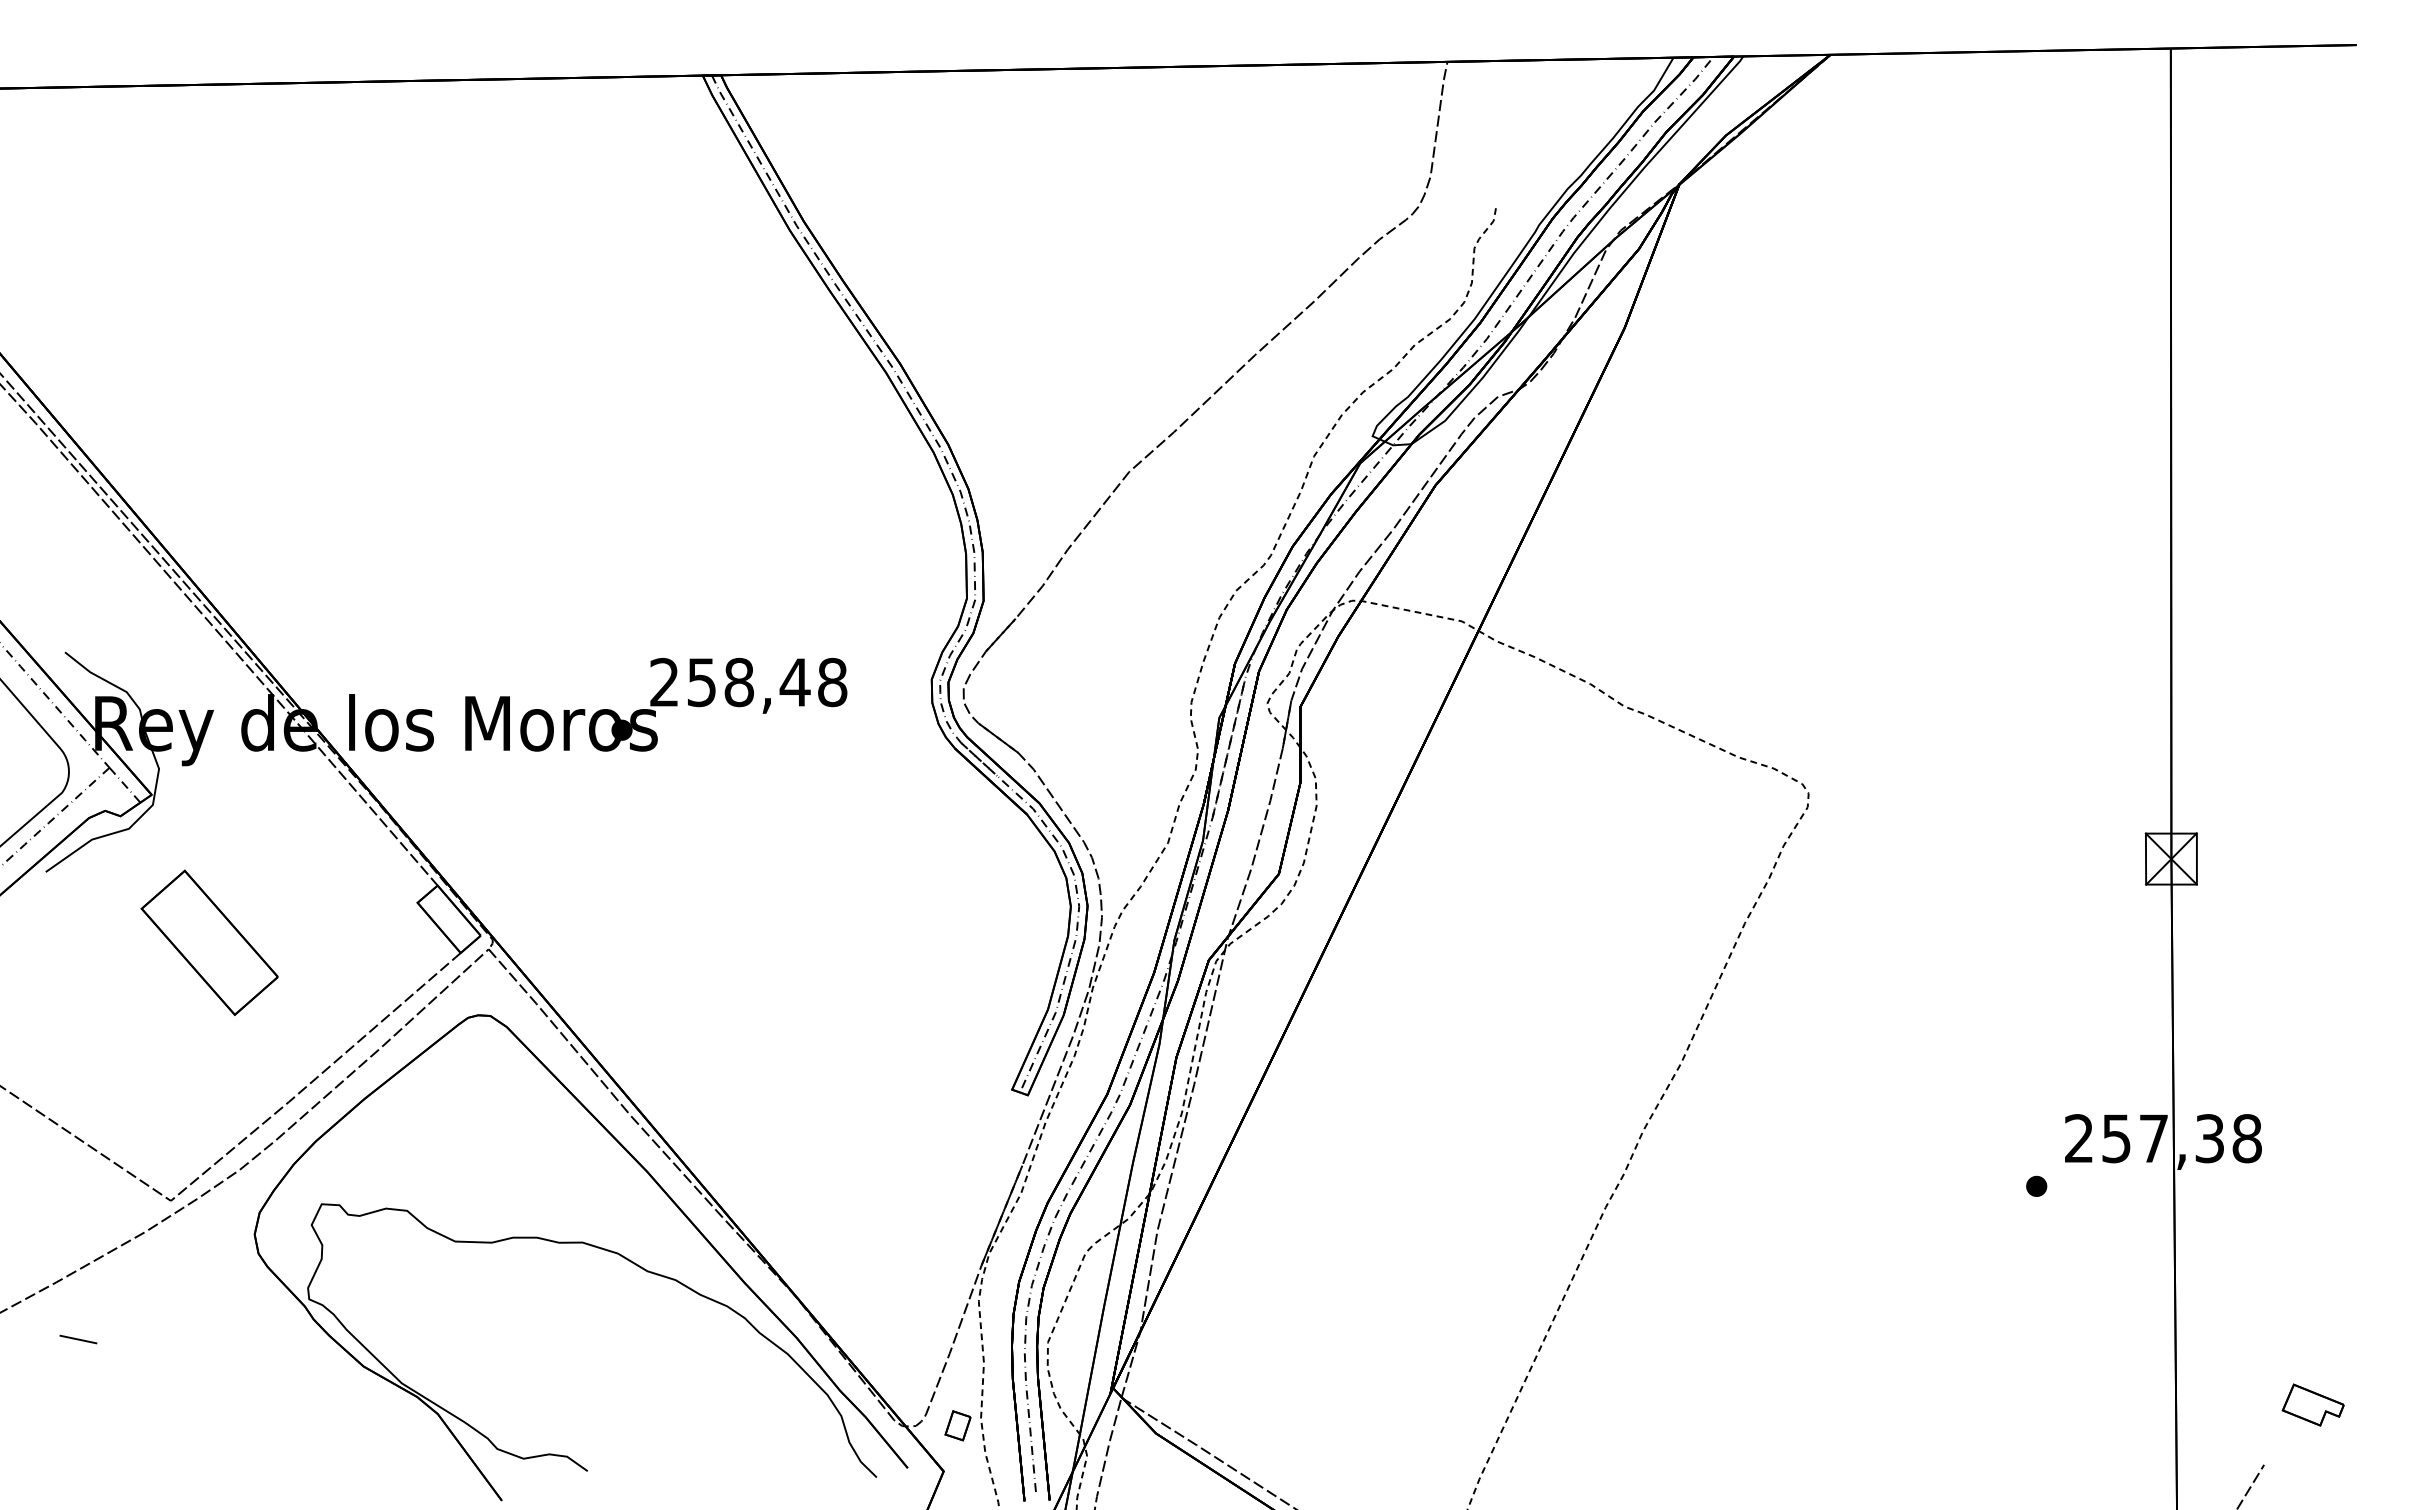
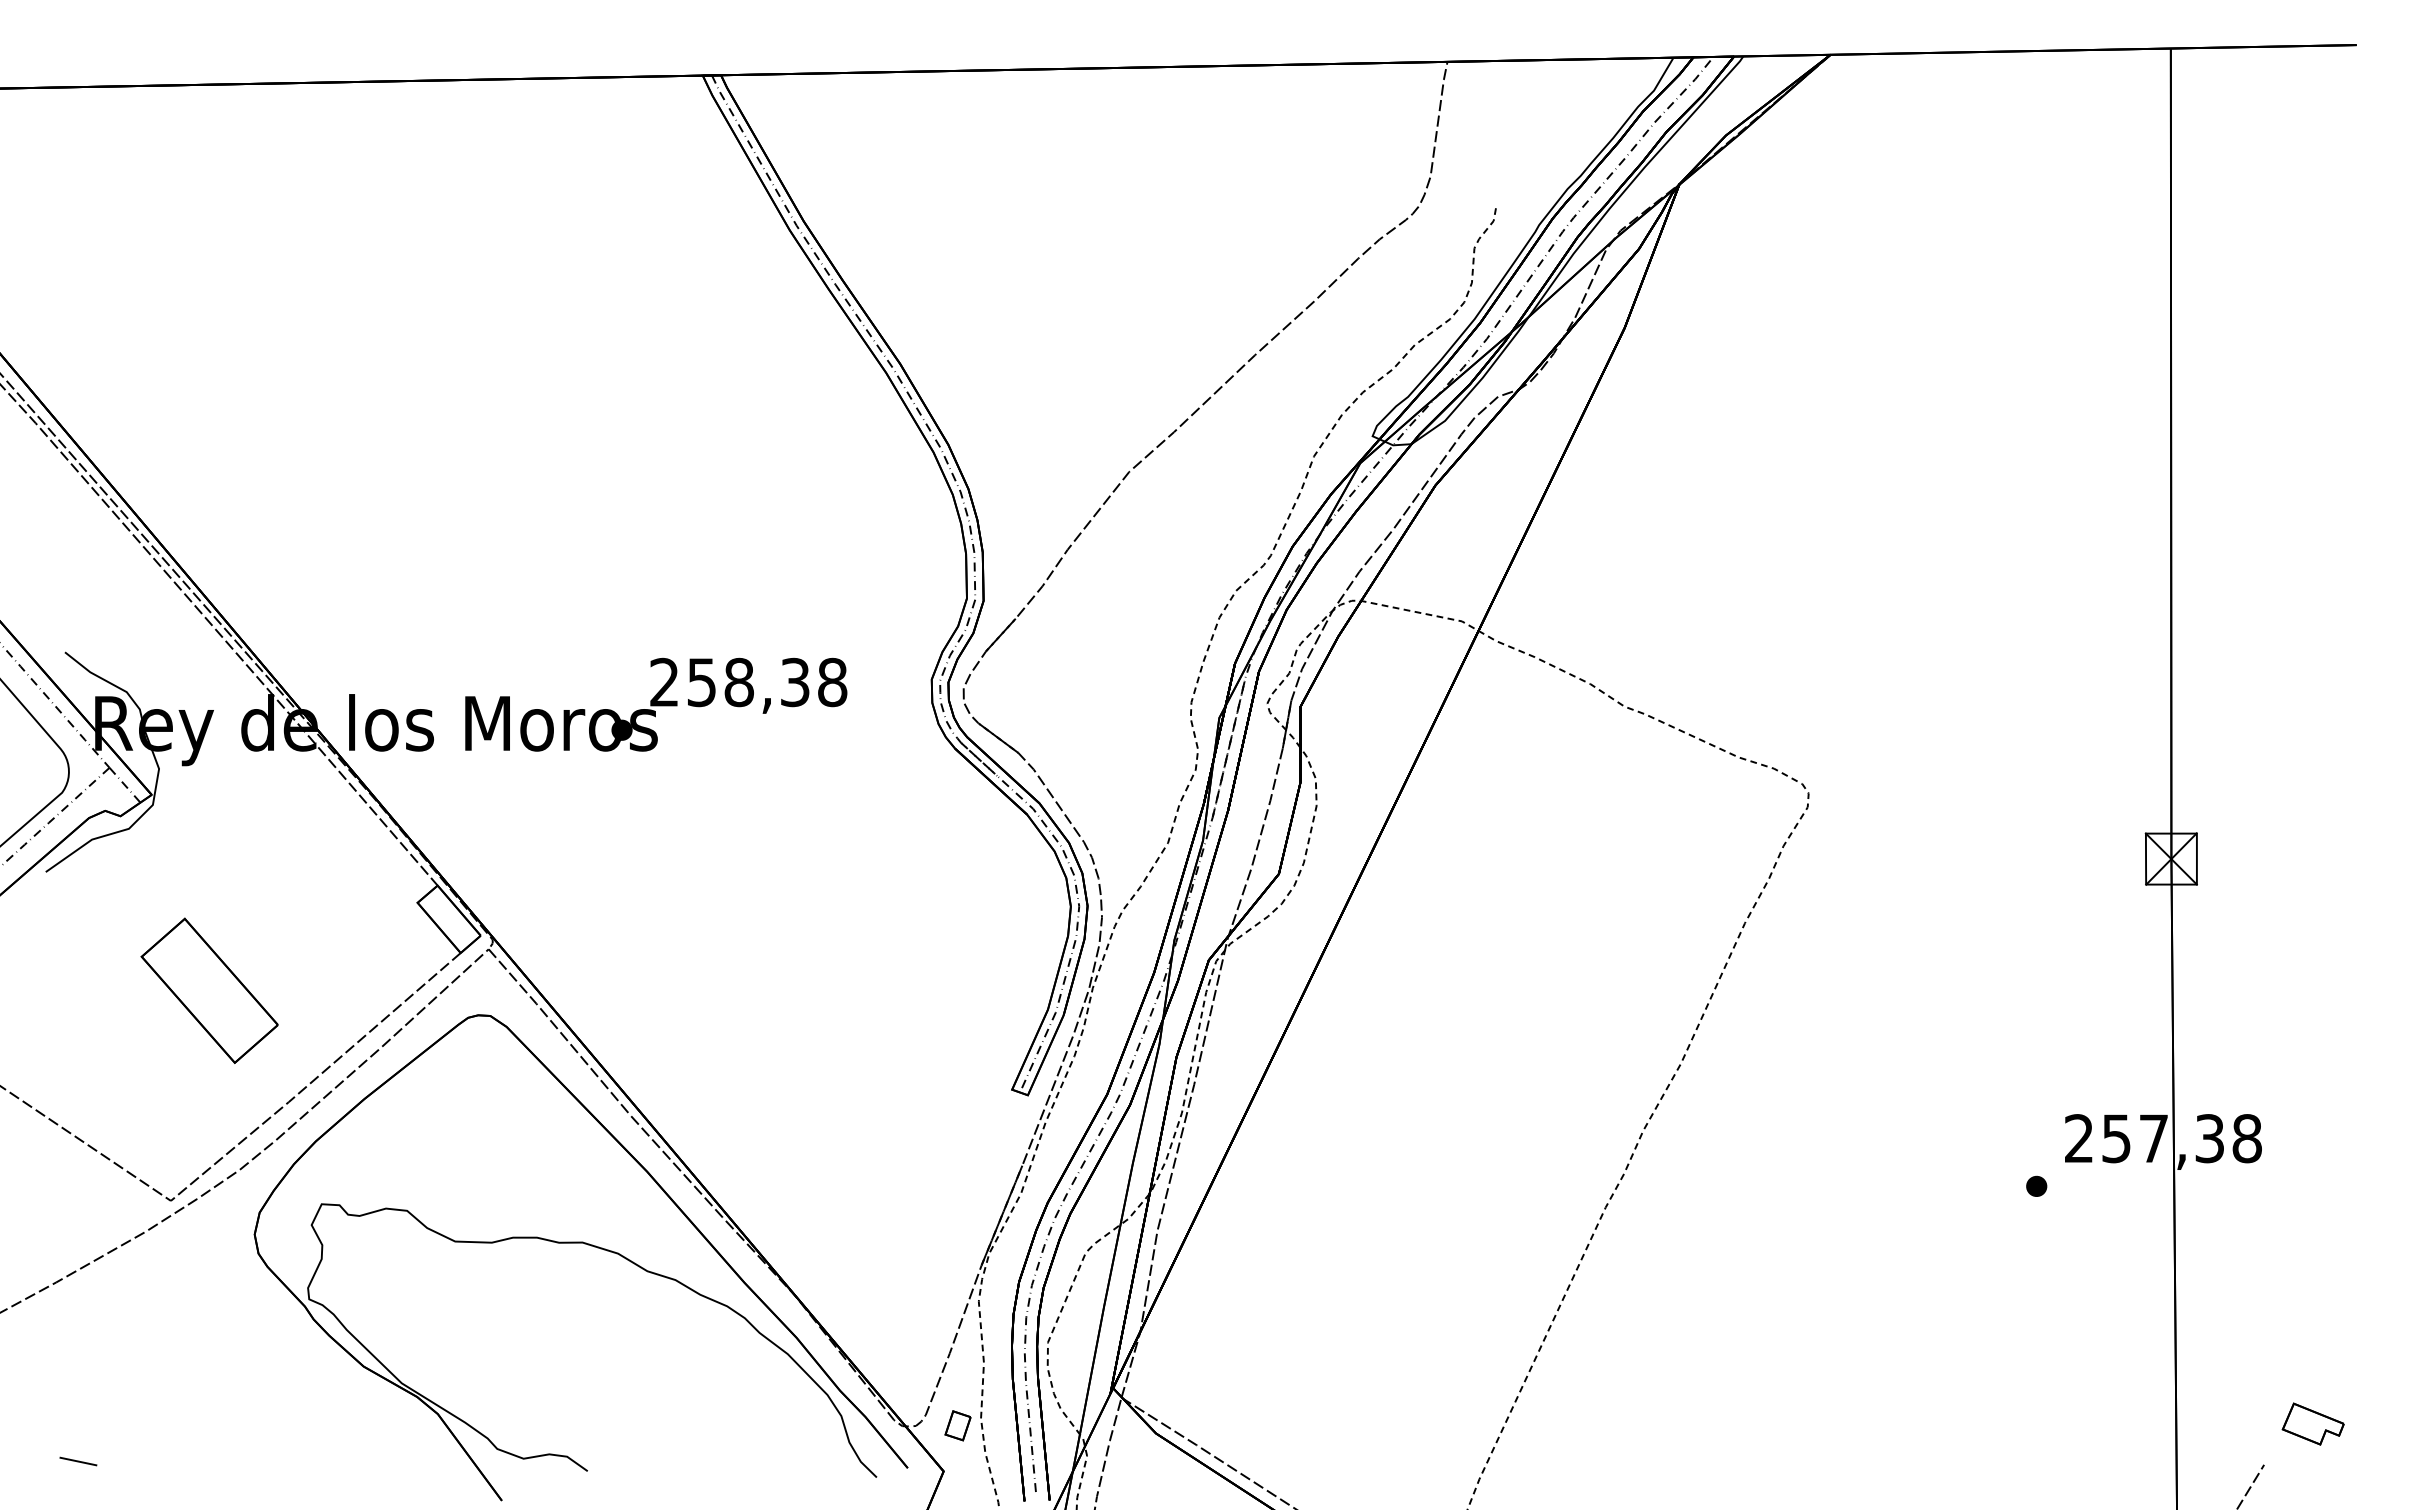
text at (794, 682): 258,48 -> 258,38
part at (209, 942) position: (209, 942) -> (209, 990)
line at (78, 1339) position: (78, 1339) -> (78, 1461)
part at (2312, 1404) position: (2312, 1404) -> (2312, 1423)
